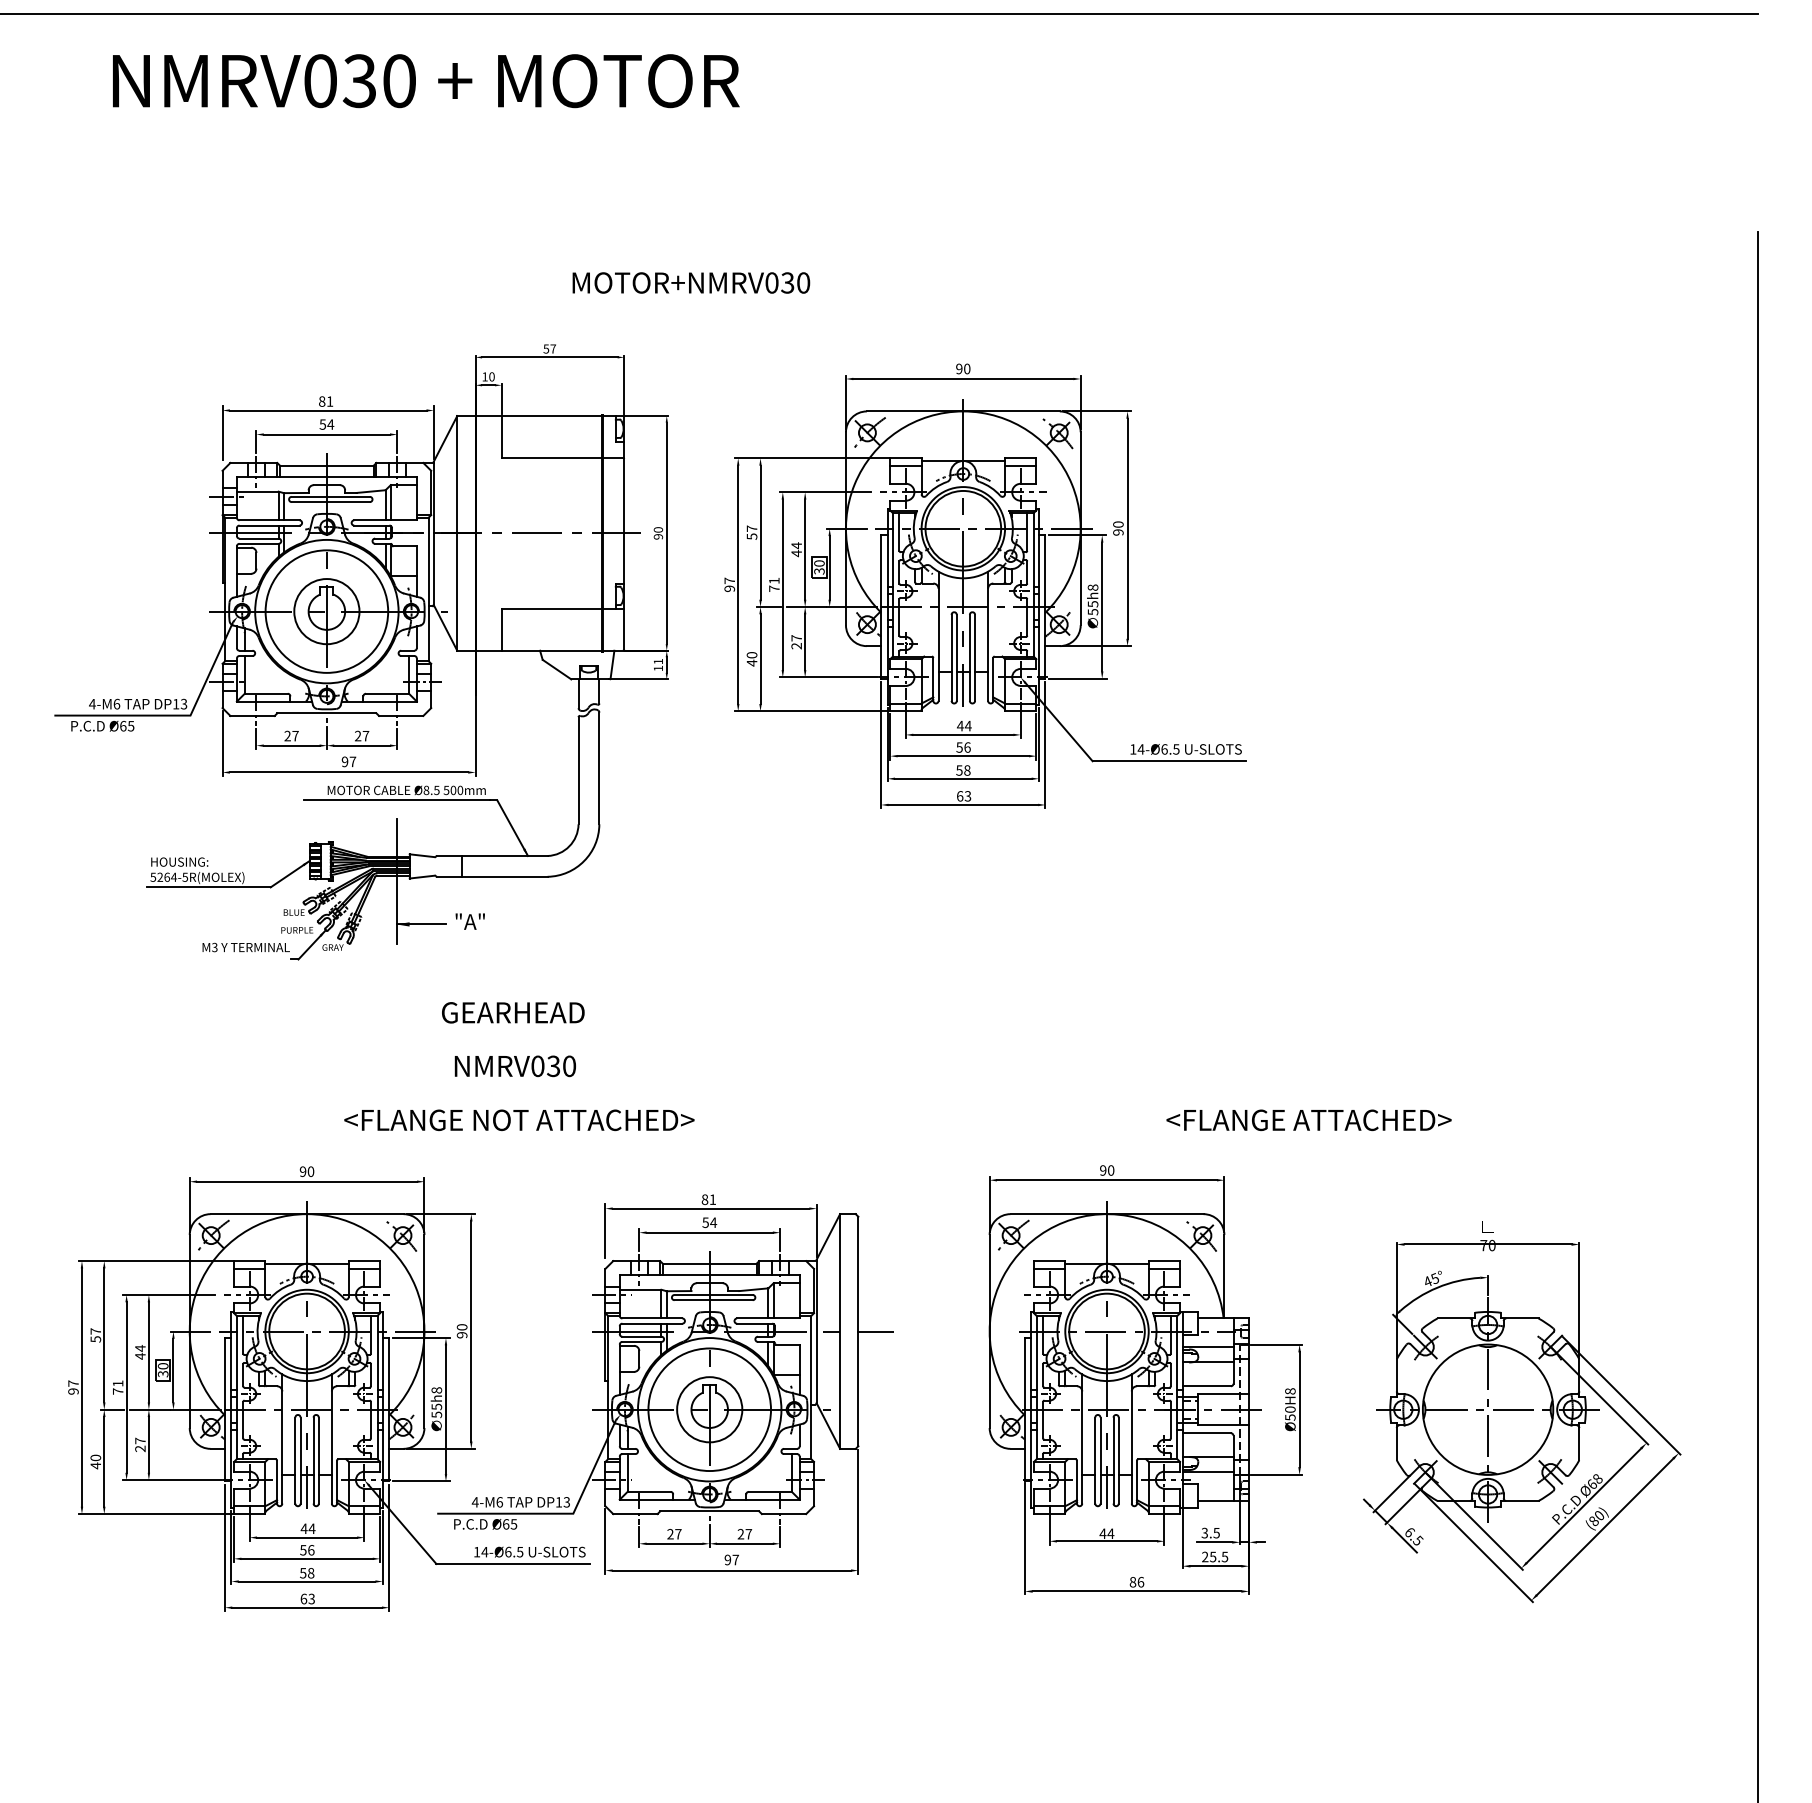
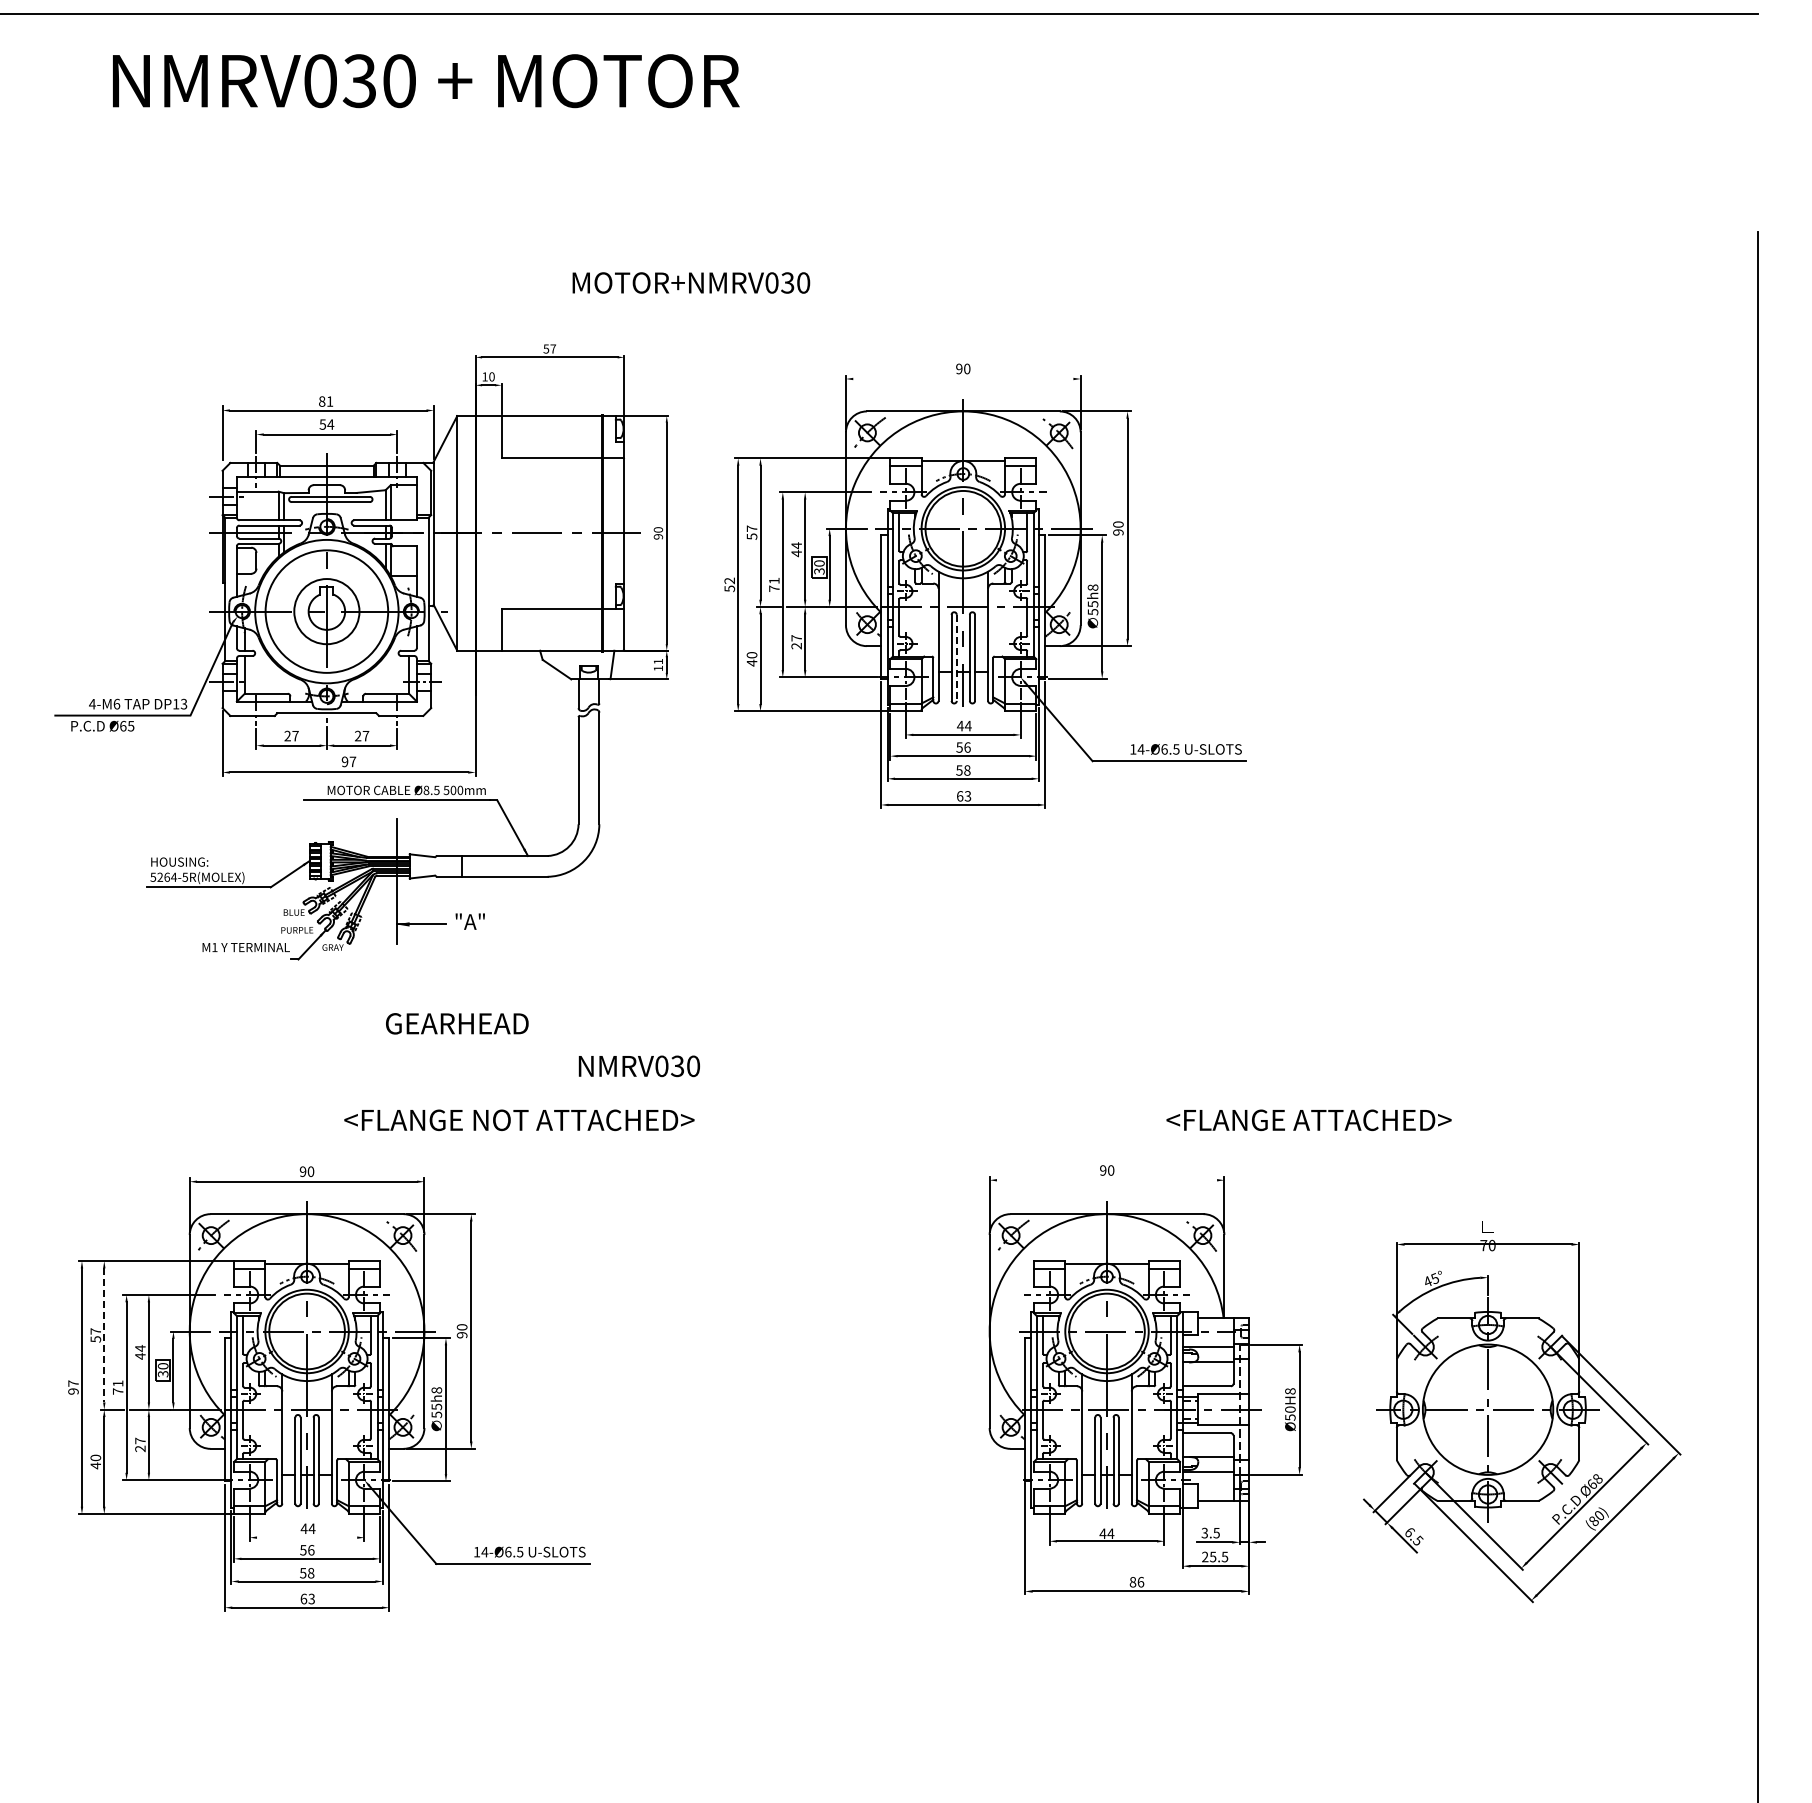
line at (963, 378): present -> none
text at (729, 584): 97 -> 52
line at (956, 658): solid -> dashed
text at (214, 947): M3 -> M1
text at (513, 1012) position: (513, 1012) -> (457, 1023)
text at (514, 1066) position: (514, 1066) -> (638, 1066)
line at (1106, 1180): present -> none
line at (104, 1335): solid -> dashed
part at (665, 1384): present -> none
line at (307, 1537): present -> none
